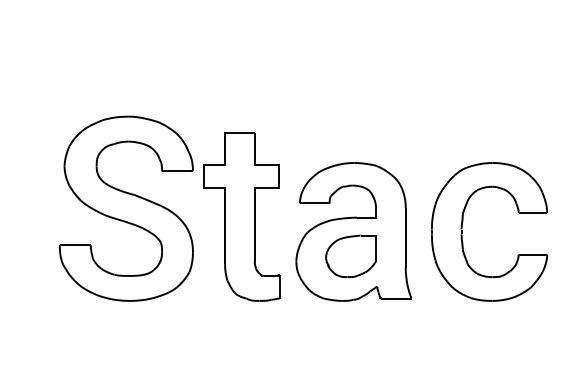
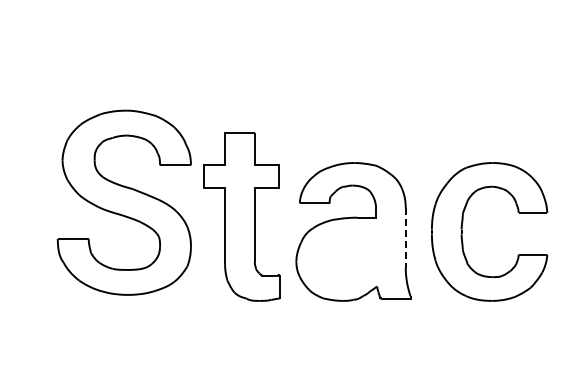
part at (125, 208) position: (125, 208) -> (123, 202)
line at (405, 237): solid -> dashed
part at (350, 255): present -> none
